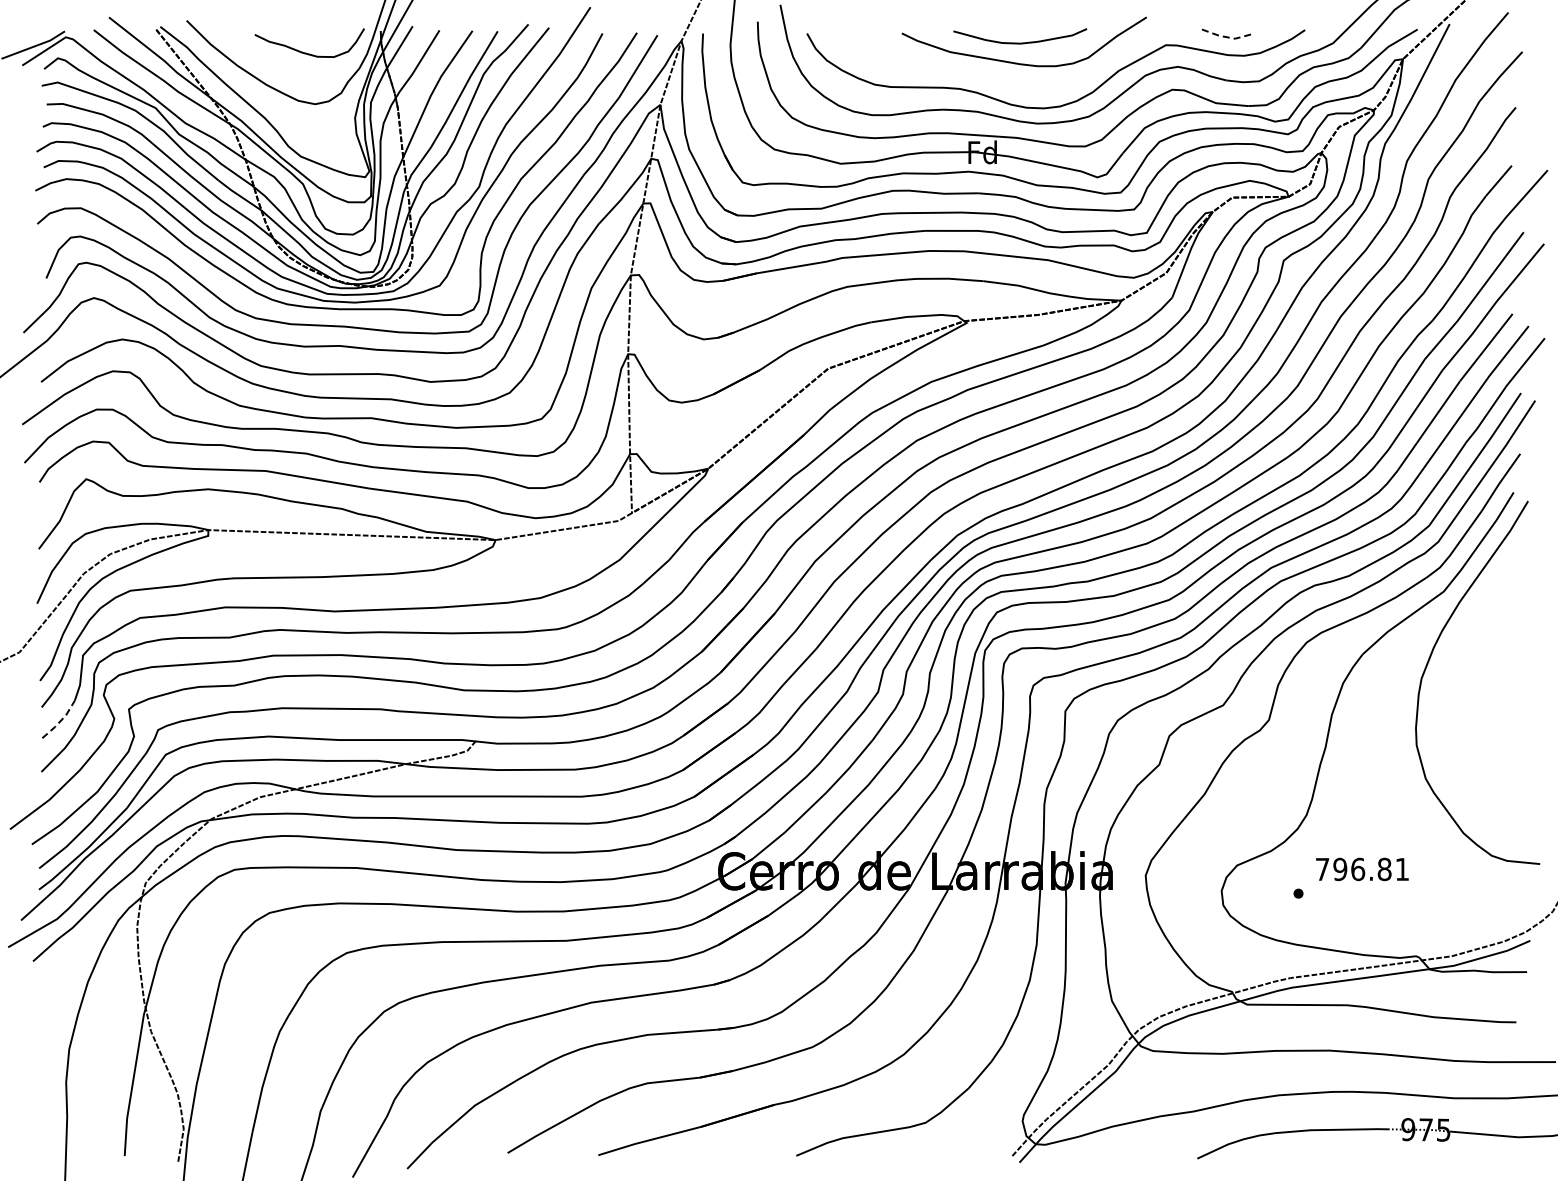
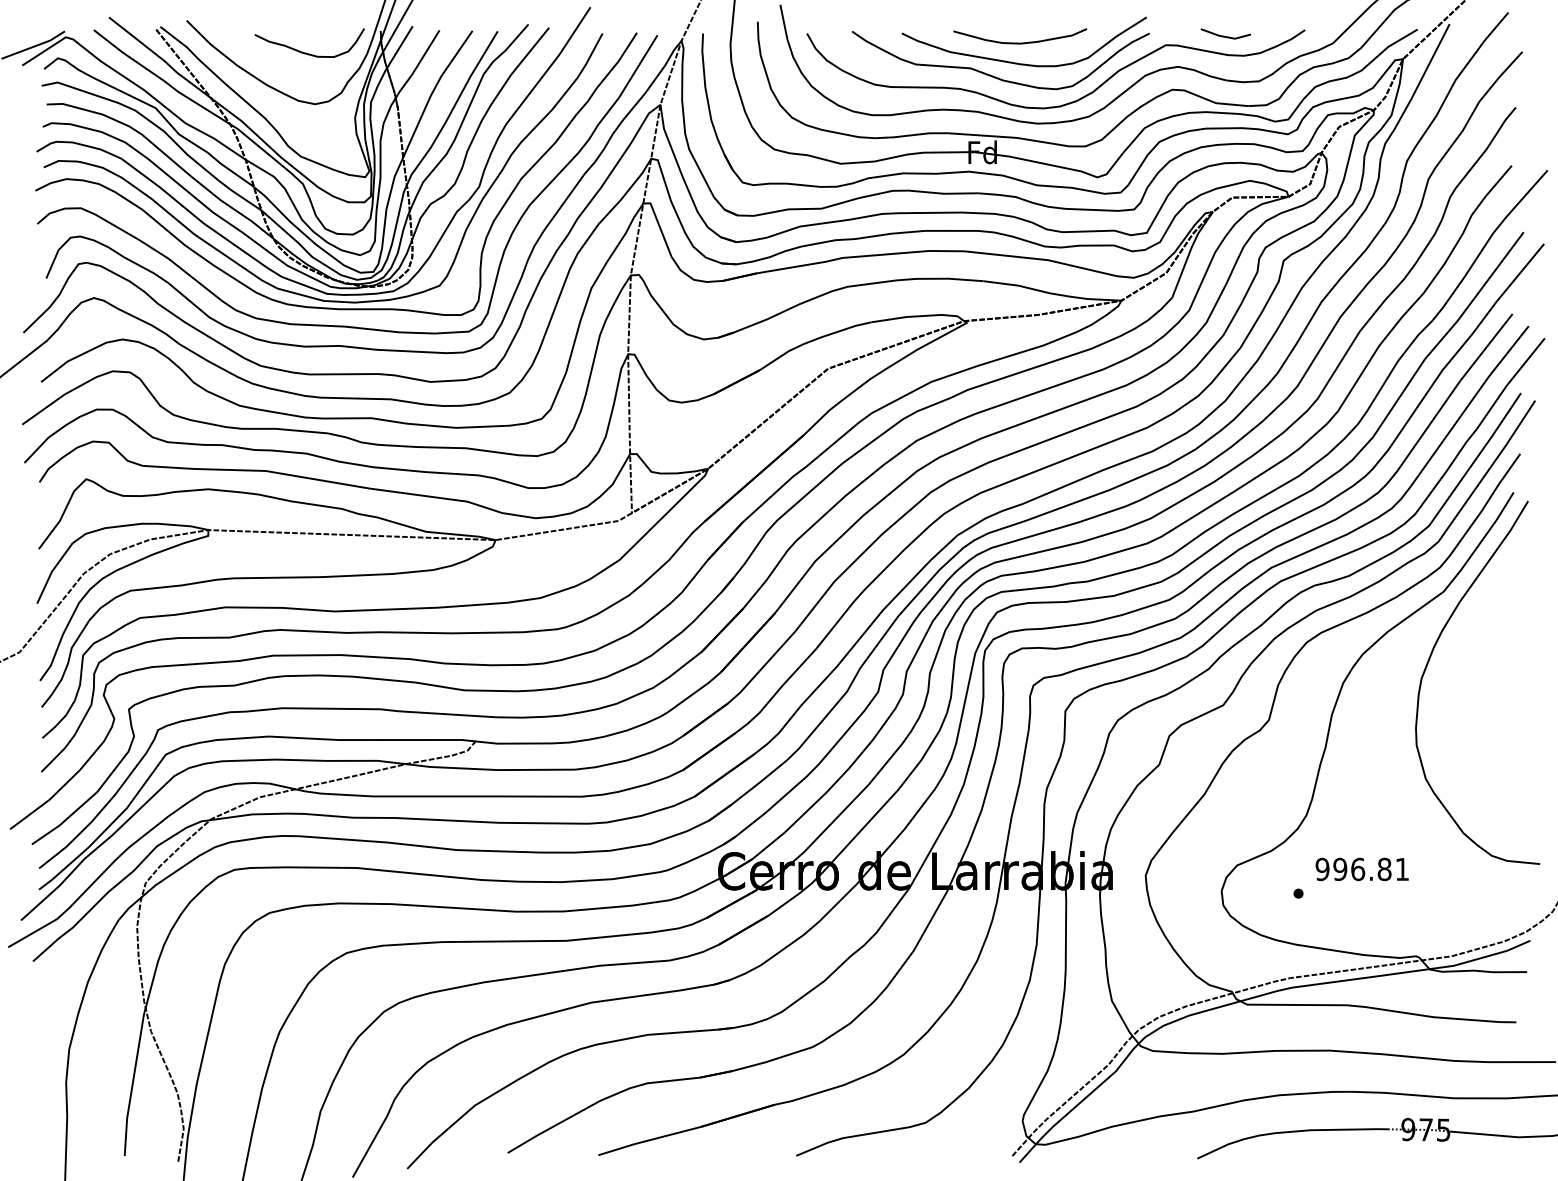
line at (1225, 36): dashed -> solid
curve at (993, 75): none -> present
line at (60, 720): dashed -> solid
text at (1322, 869): 796.81 -> 996.81
